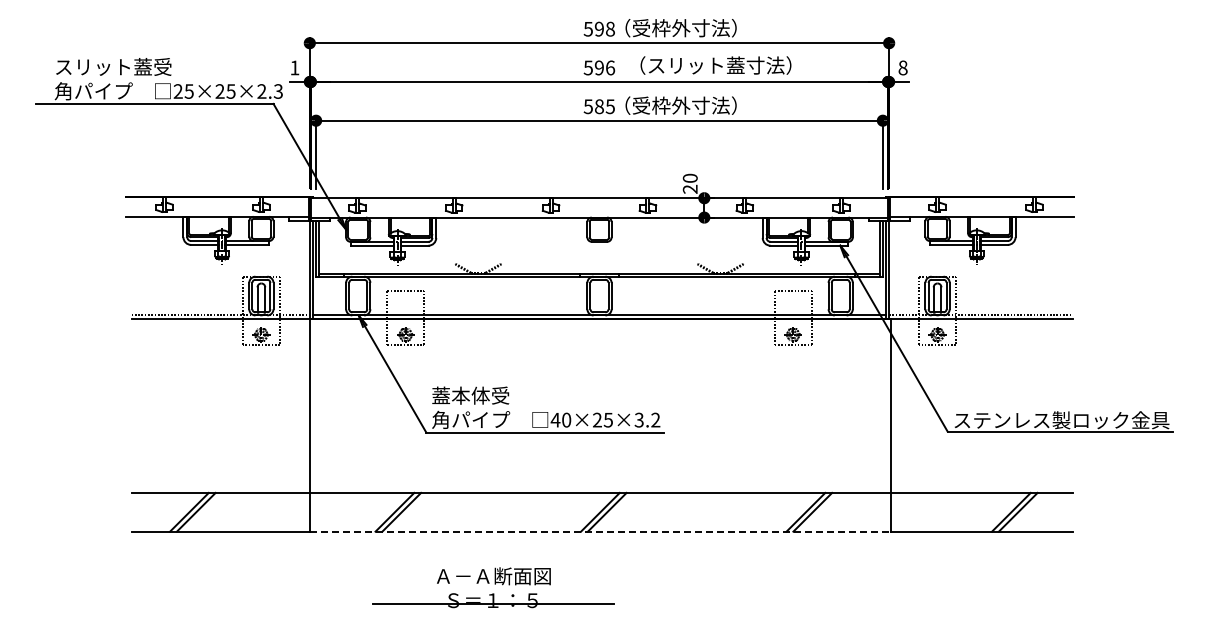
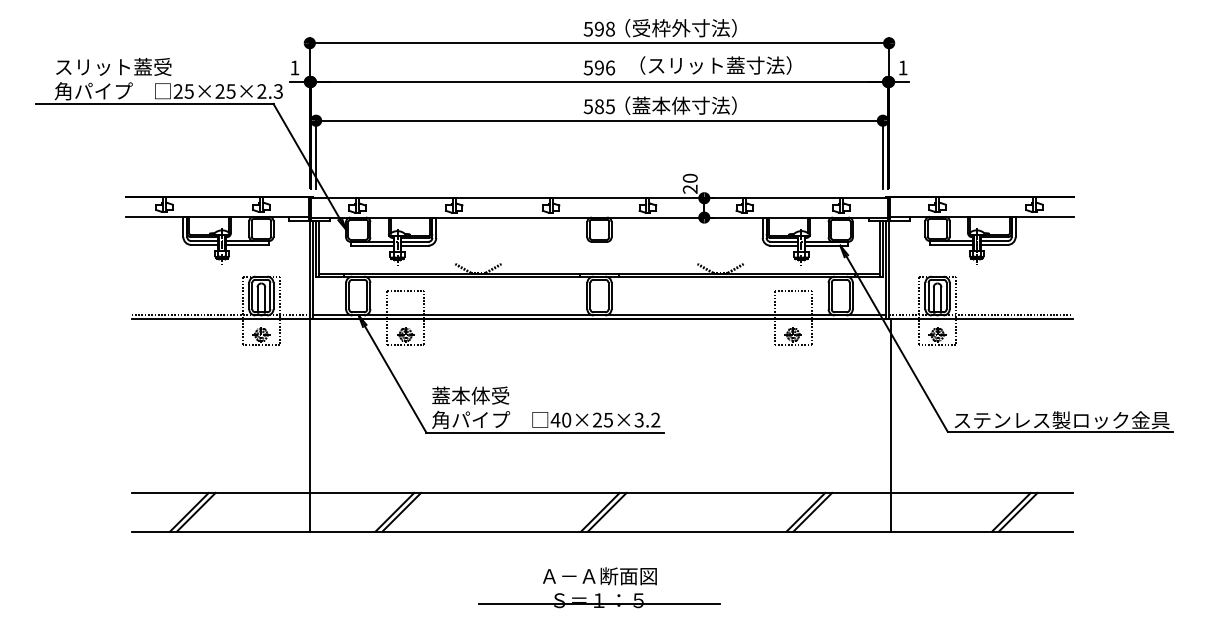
text at (902, 67): 8 -> 1
text at (661, 105): （受枠外寸法） -> （蓋本体寸法）
line at (600, 531): dashed -> solid
part at (493, 587) position: (493, 587) -> (599, 587)
